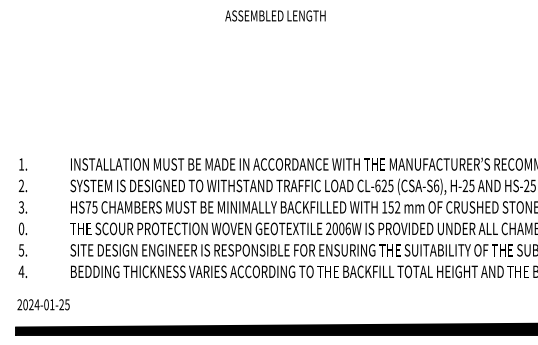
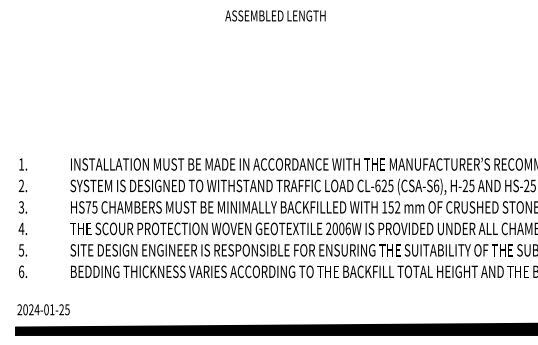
text at (21, 228): 0. -> 4.
text at (21, 271): 4. -> 6.
text at (43, 304) position: (43, 304) -> (43, 309)
